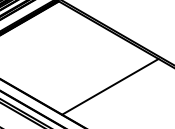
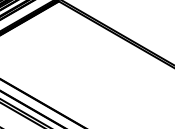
line at (110, 86): present -> none
